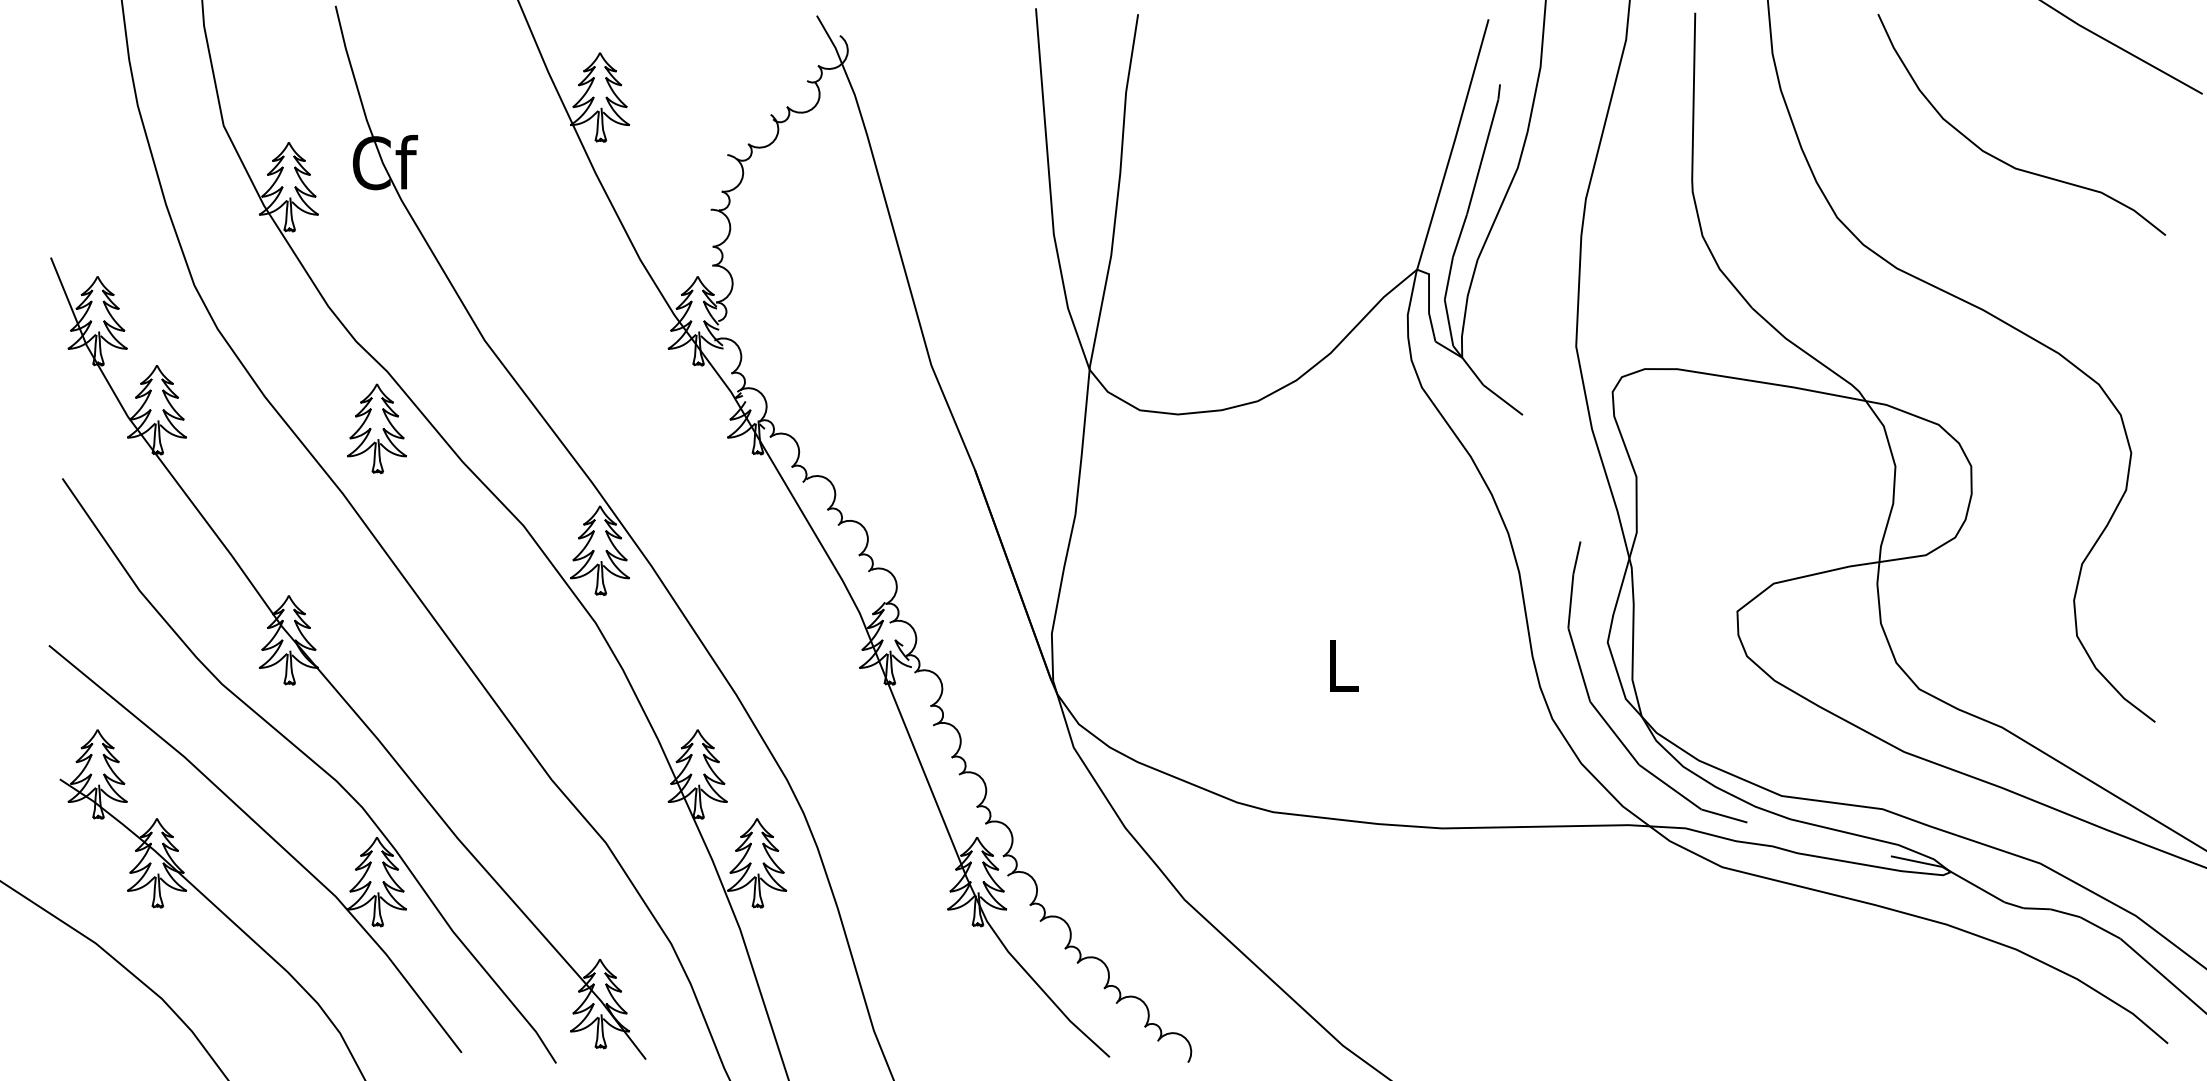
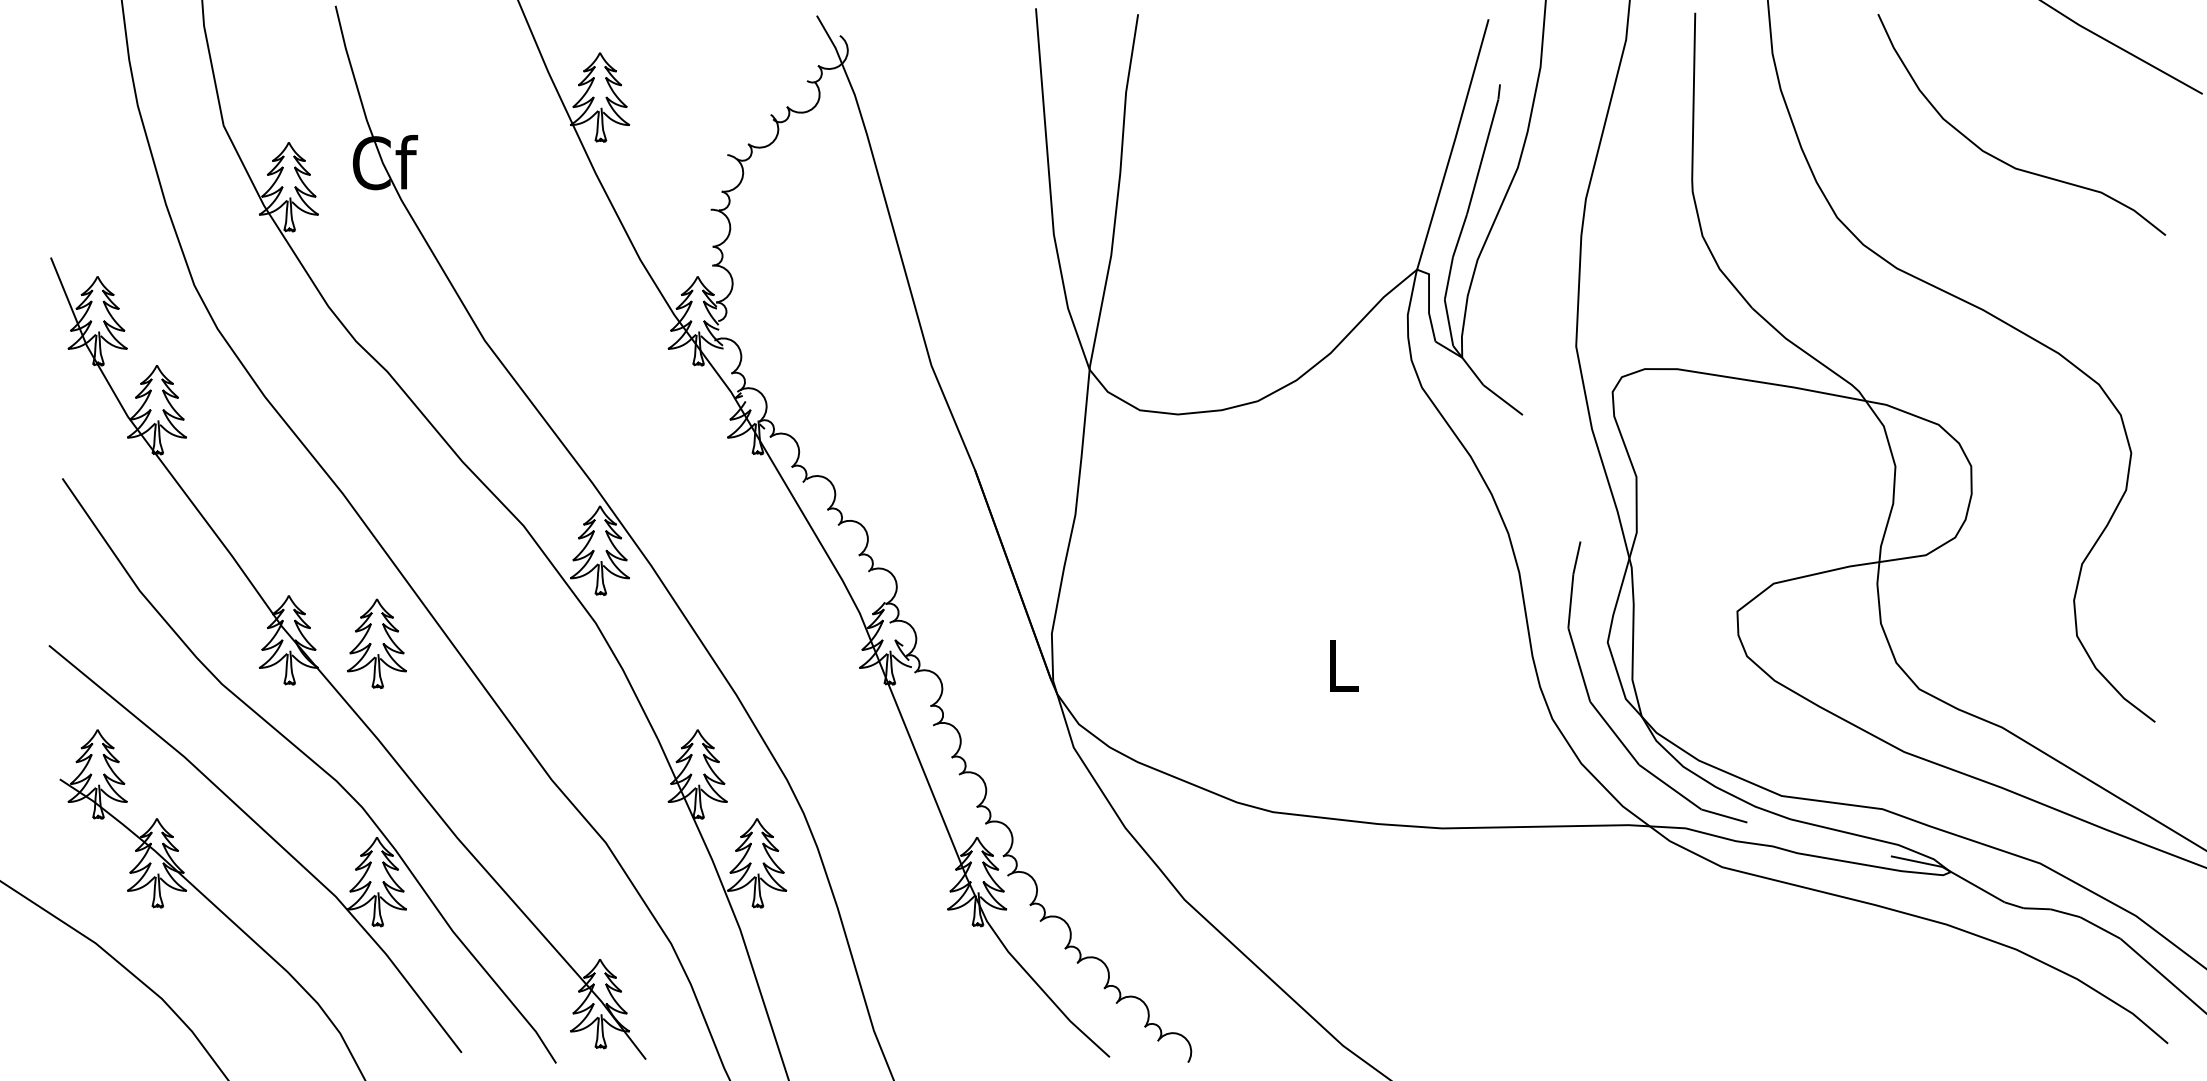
part at (376, 428) position: (376, 428) -> (376, 643)
